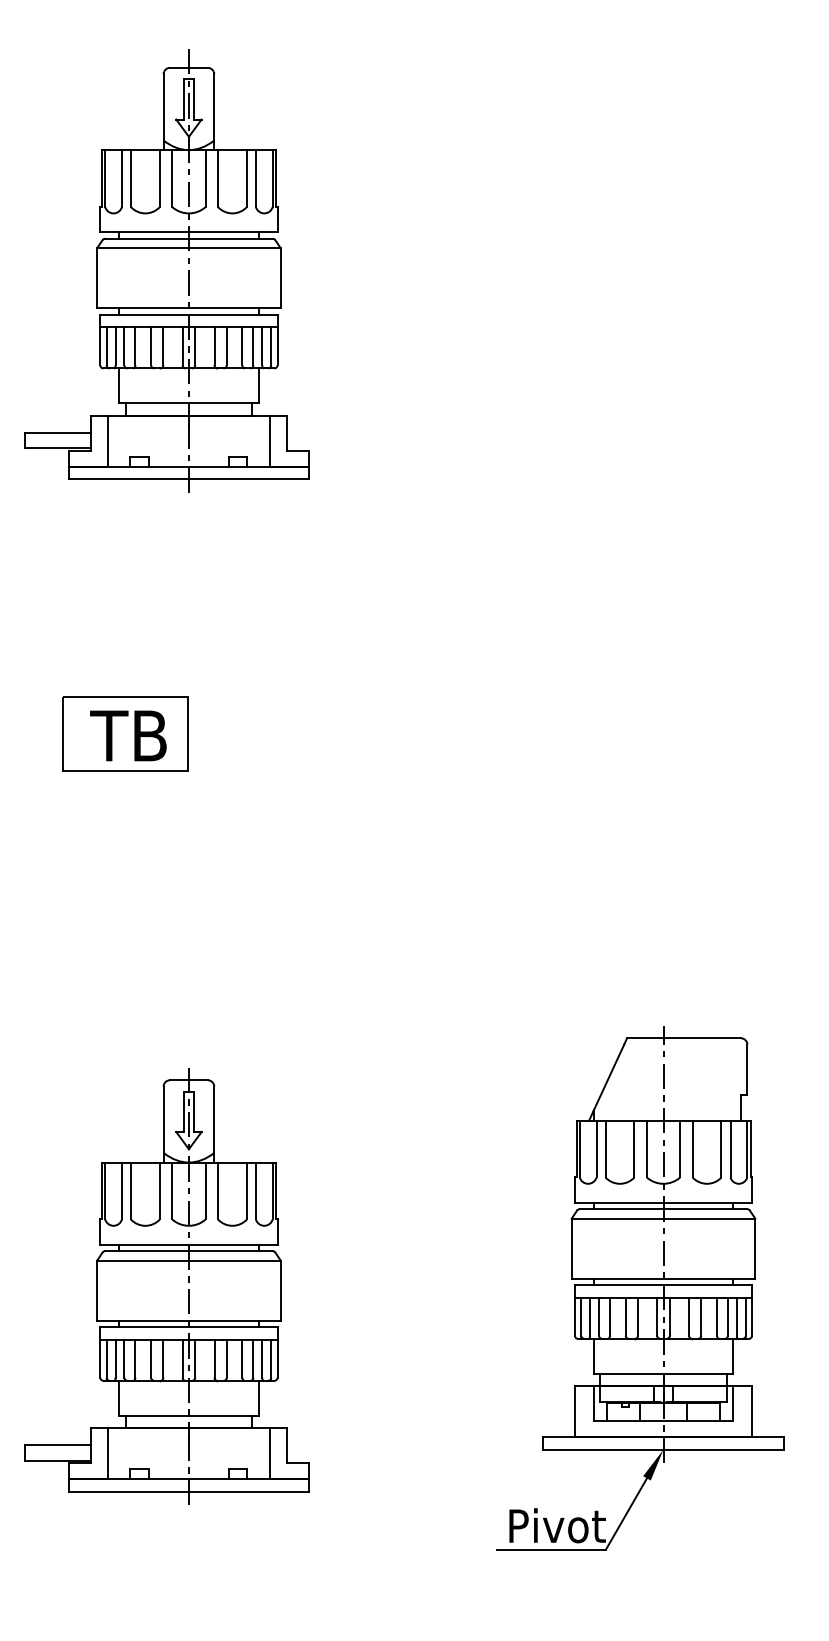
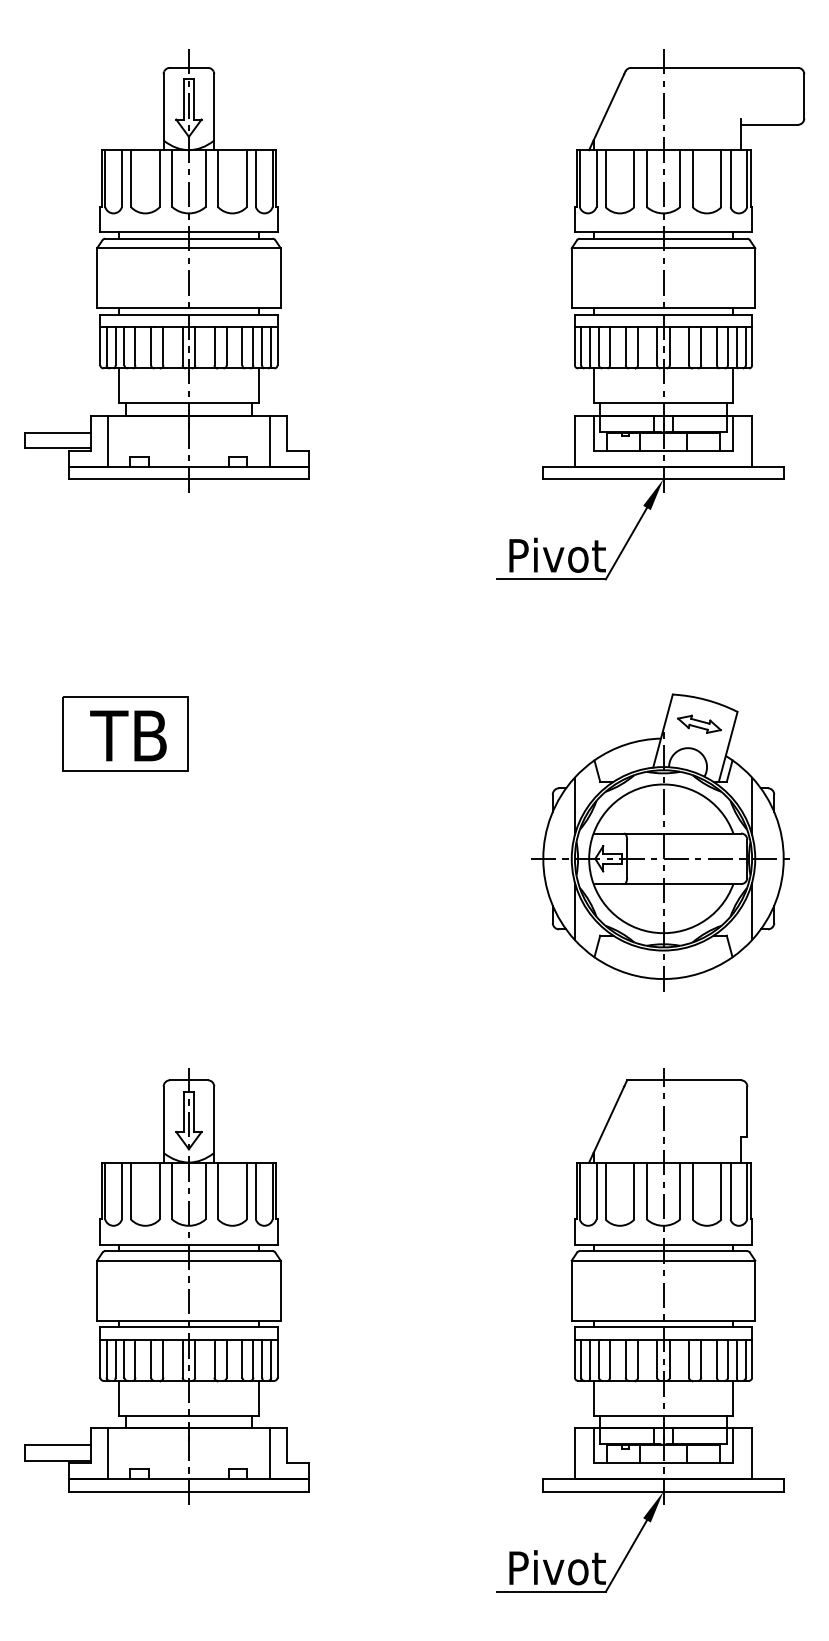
part at (650, 314): none -> present
part at (660, 842): none -> present
part at (640, 1288) position: (640, 1288) -> (640, 1330)
